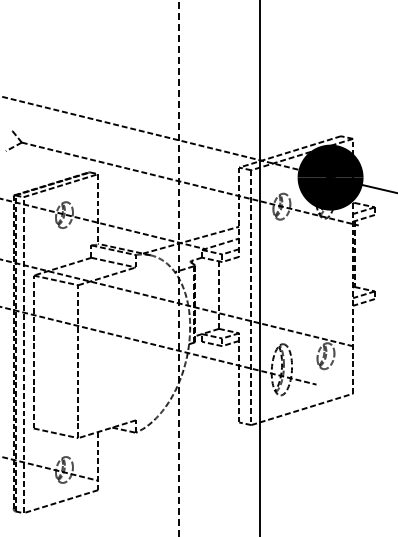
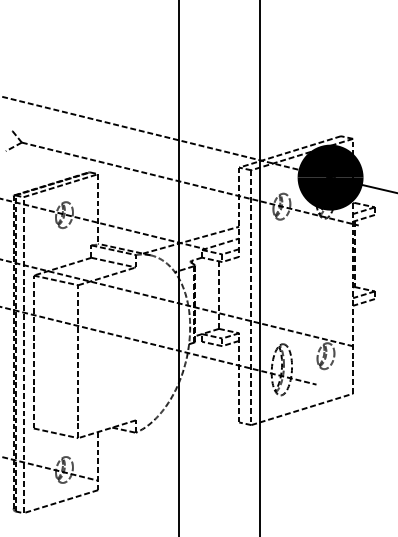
line at (179, 268): dashed -> solid
